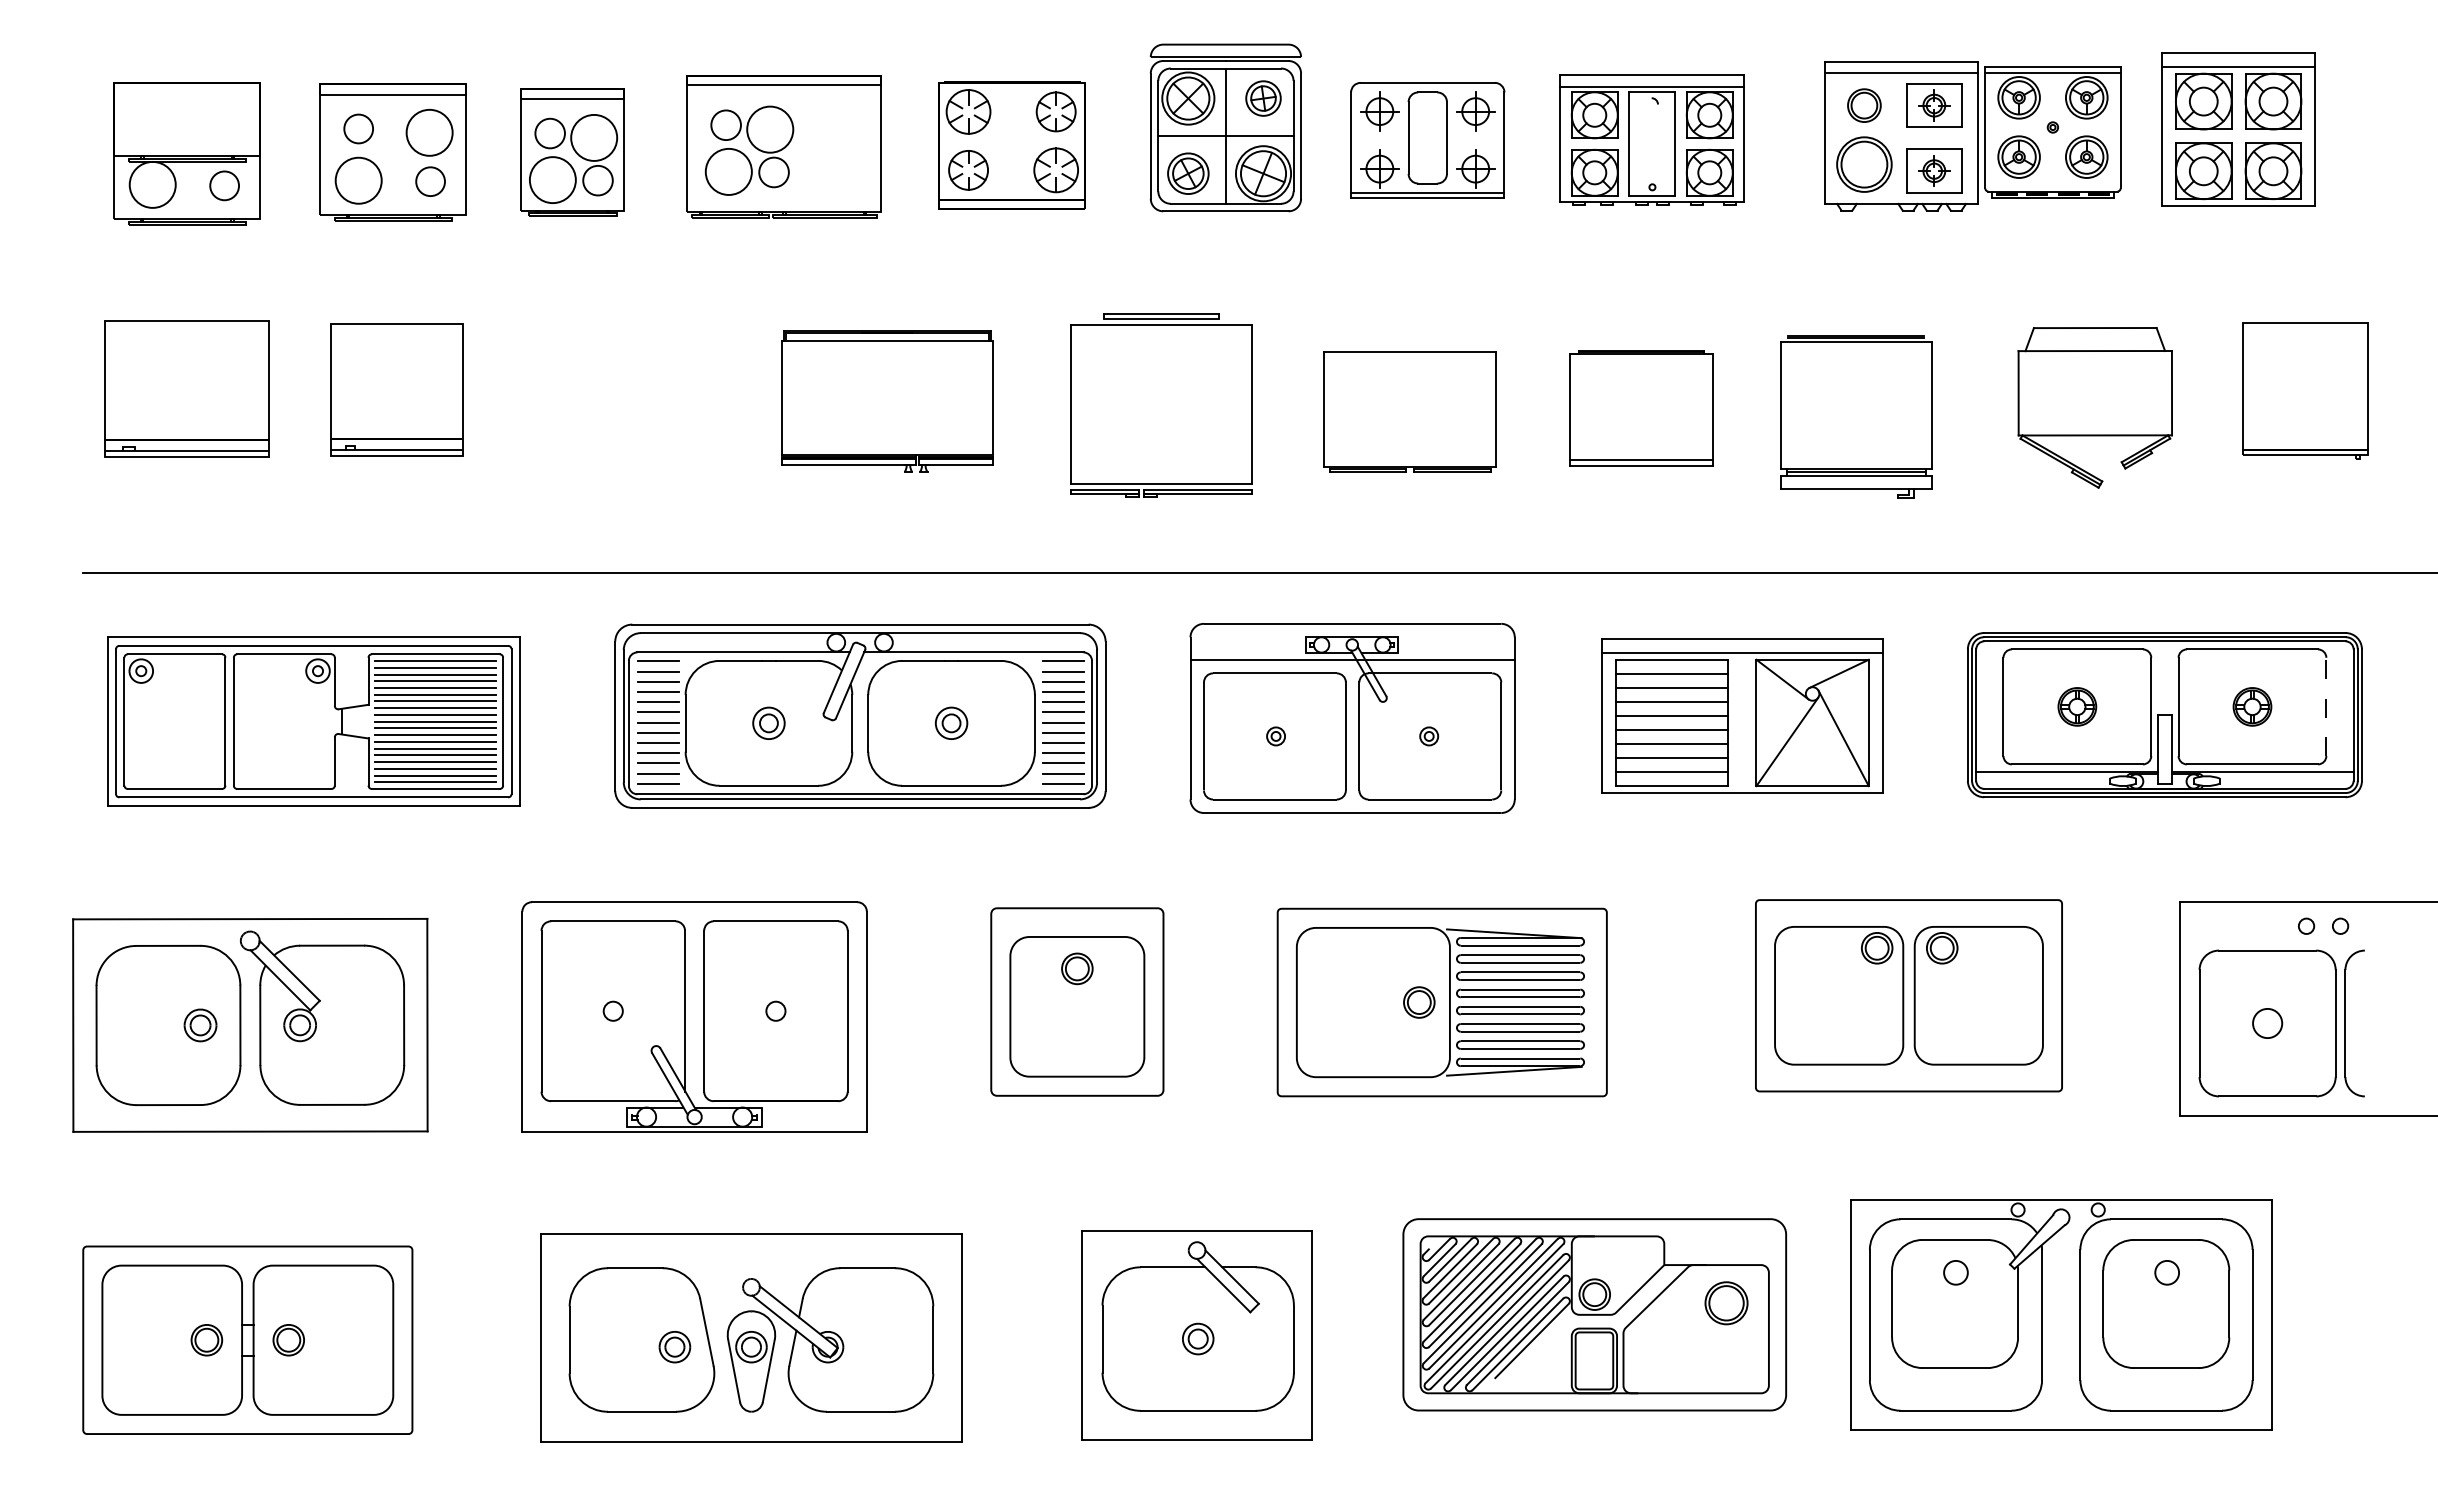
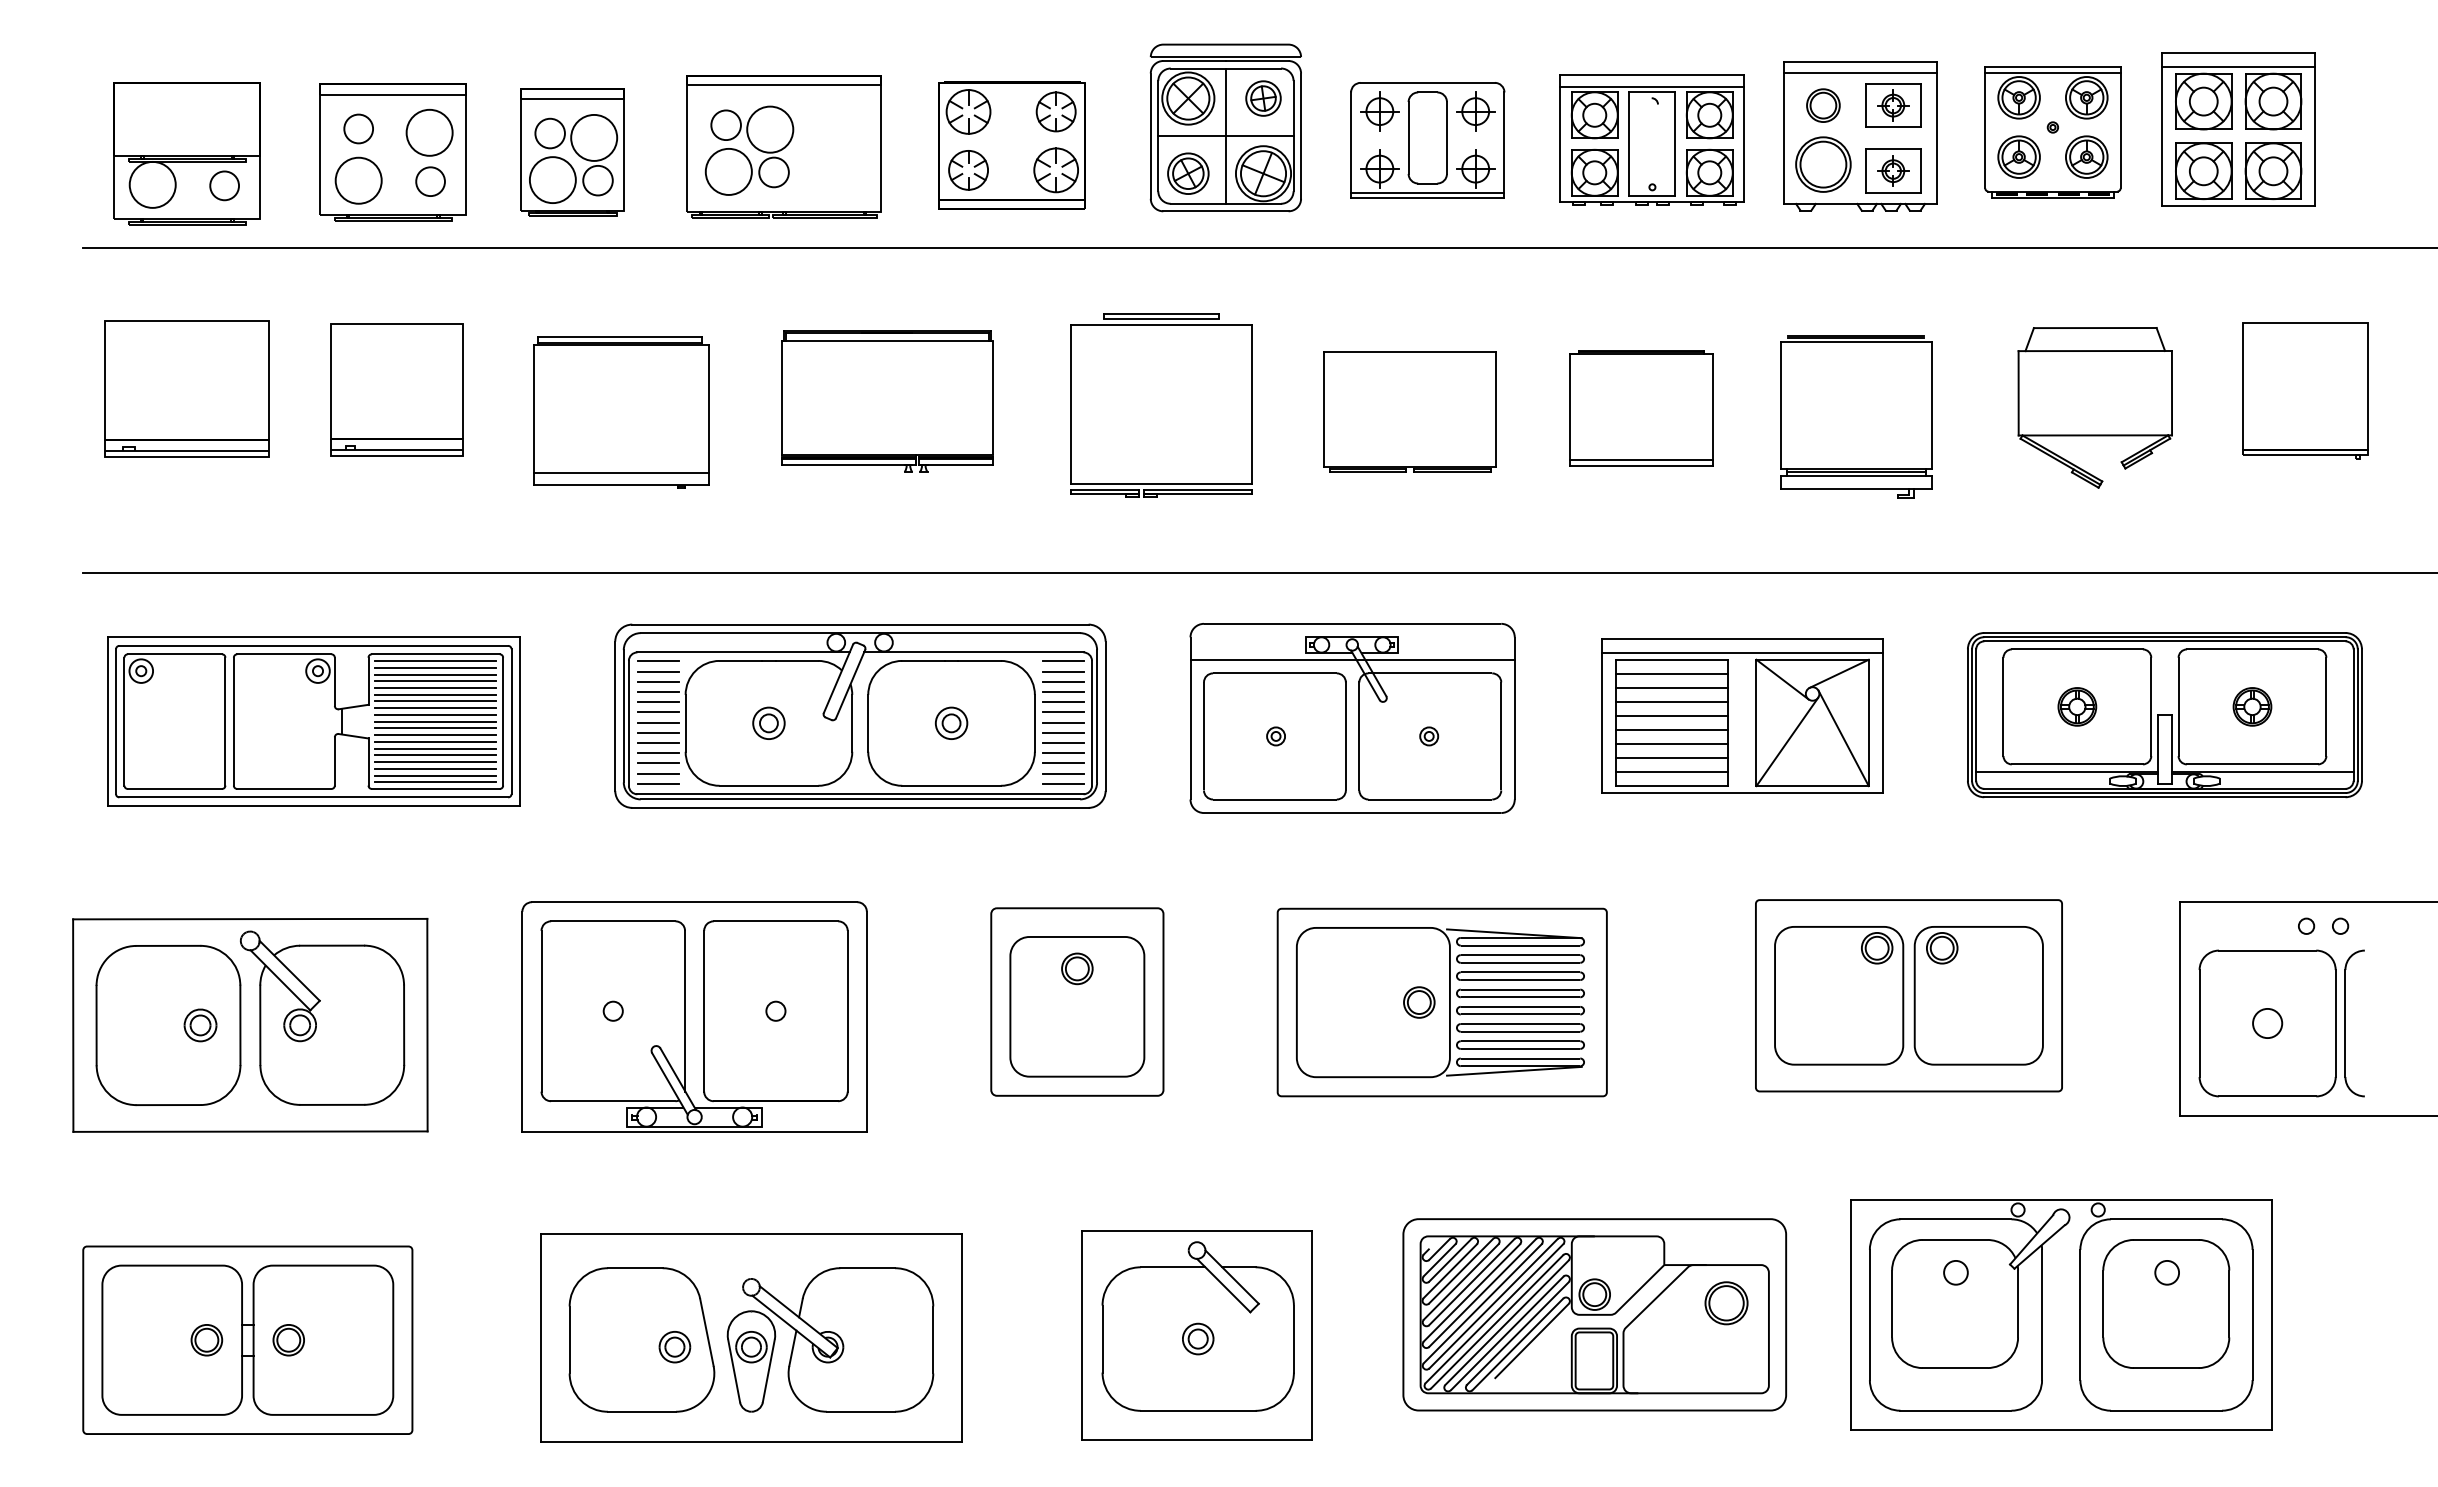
part at (1901, 136) position: (1901, 136) -> (1860, 136)
line at (1258, 247): none -> present
part at (621, 412): none -> present
line at (2326, 706): dashed -> solid
